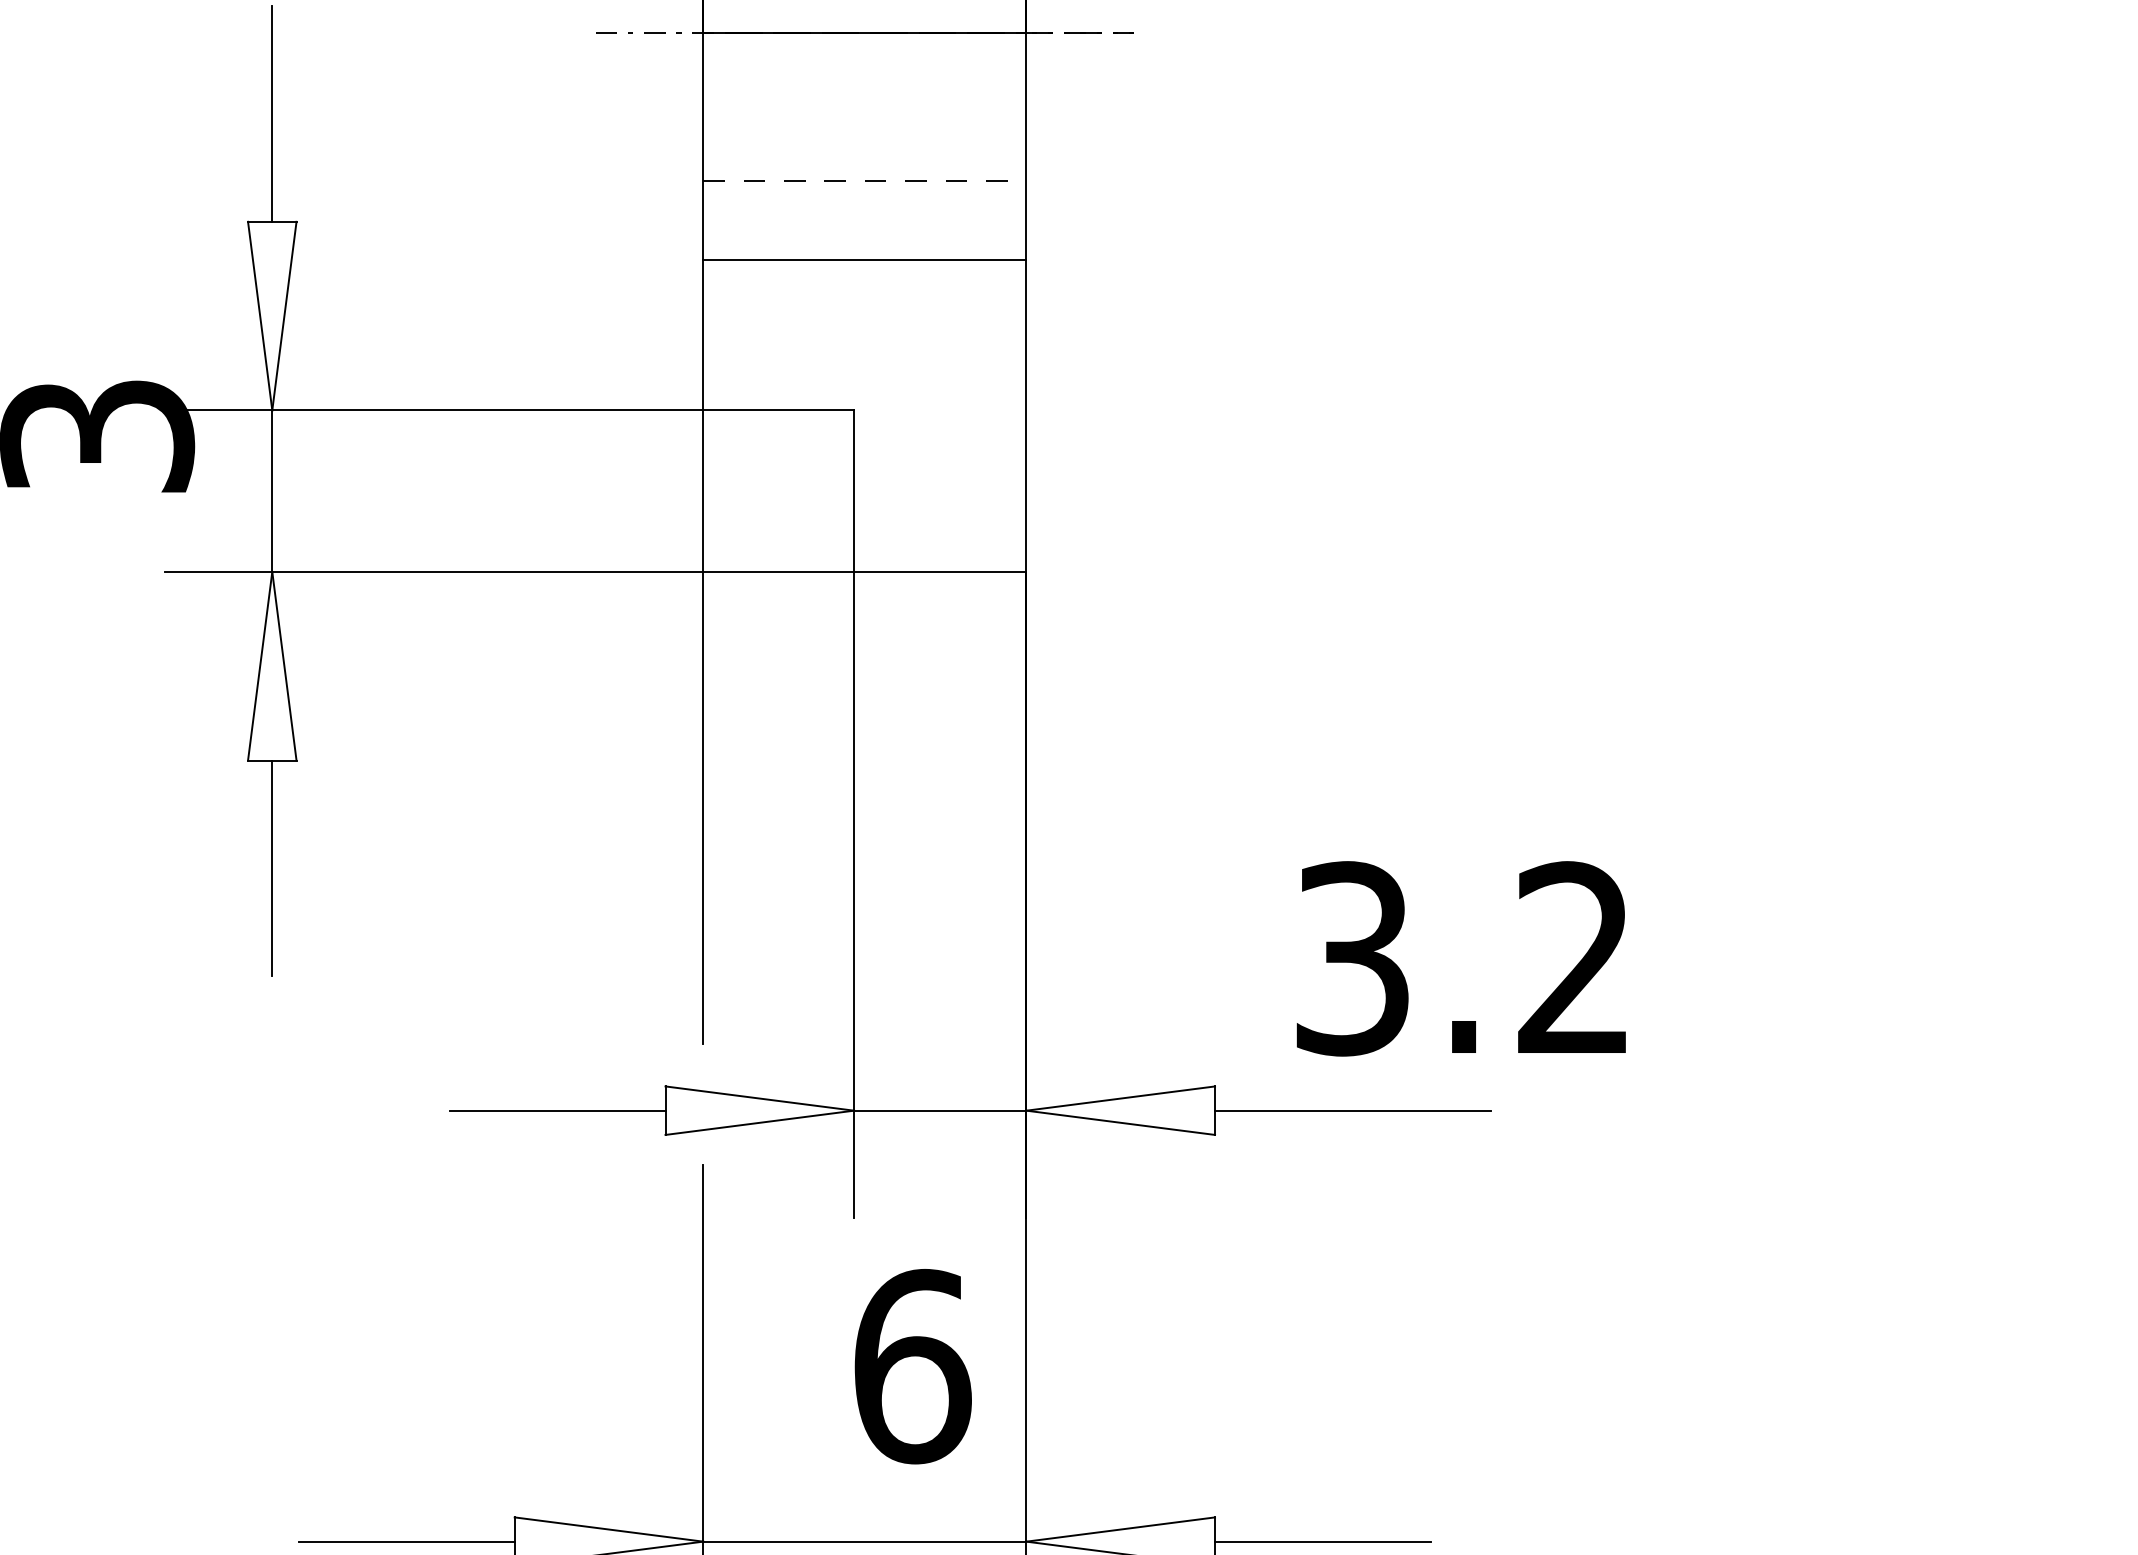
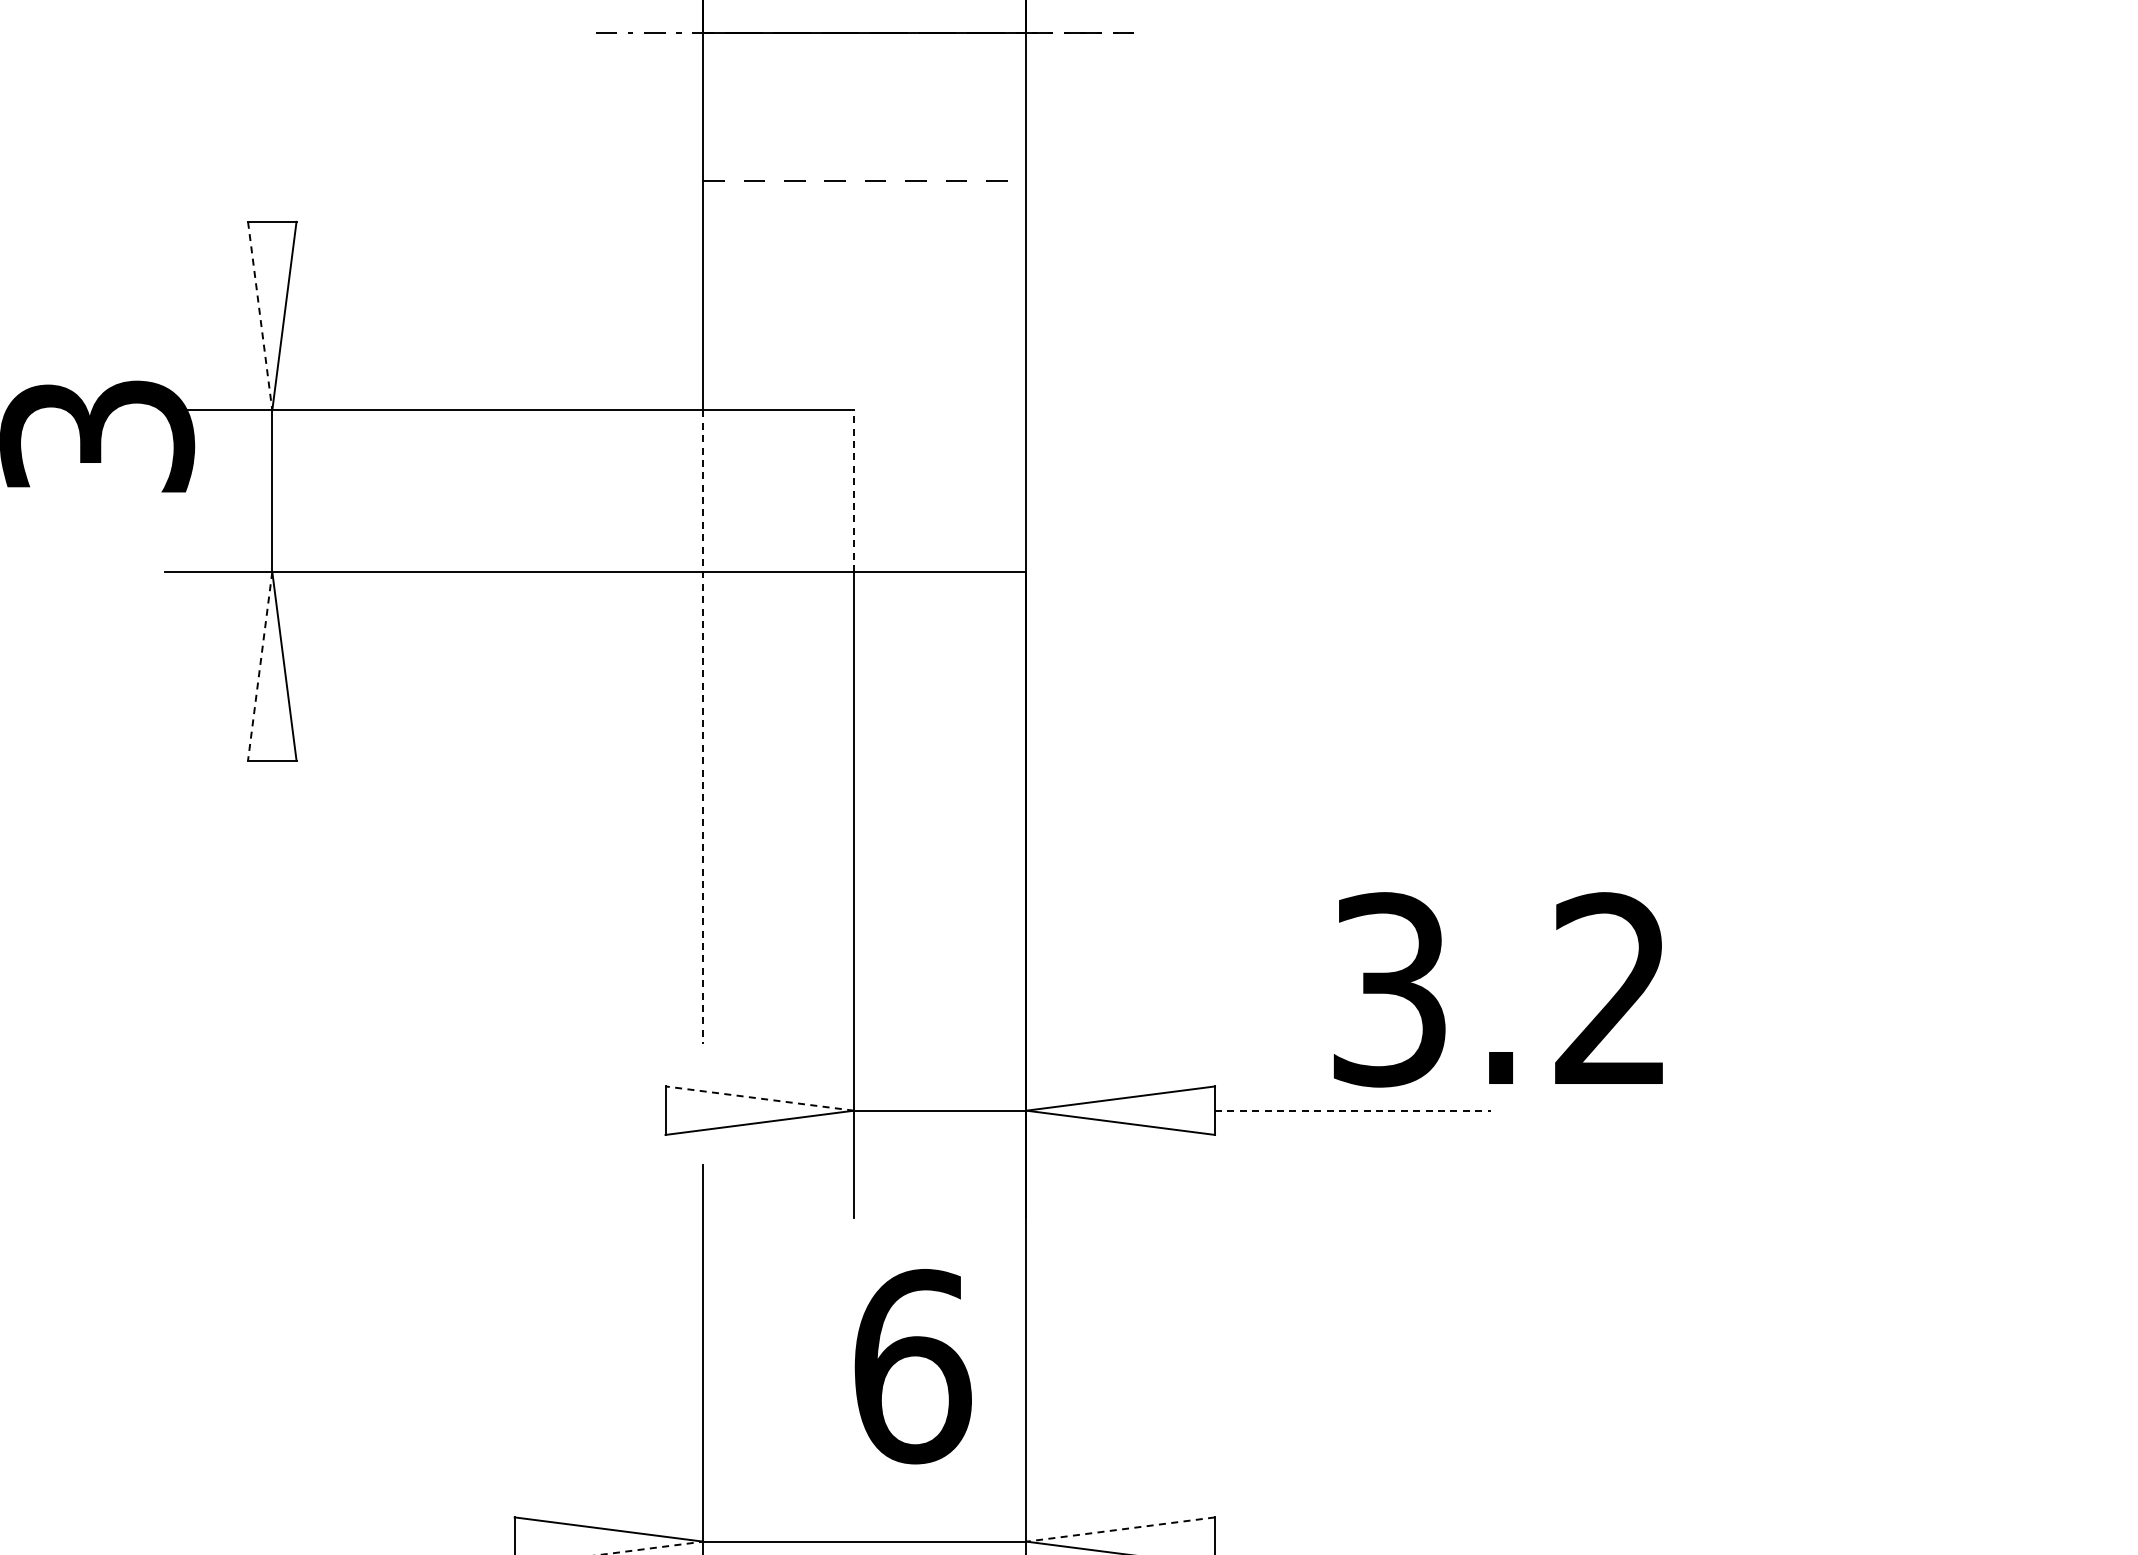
line at (272, 113): present -> none
line at (864, 259): present -> none
line at (260, 316): solid -> dashed
line at (854, 491): solid -> dashed
line at (260, 666): solid -> dashed
line at (703, 727): solid -> dashed
line at (272, 868): present -> none
text at (1461, 958) position: (1461, 958) -> (1498, 989)
line at (759, 1098): solid -> dashed
line at (557, 1110): present -> none
line at (1352, 1110): solid -> dashed
line at (1120, 1529): solid -> dashed
line at (406, 1541): present -> none
line at (1322, 1541): present -> none
line at (651, 1548): solid -> dashed
